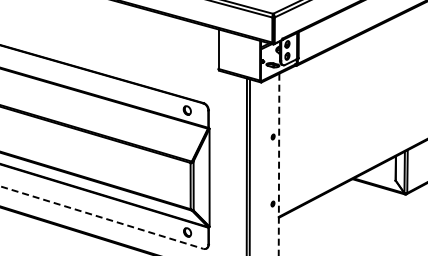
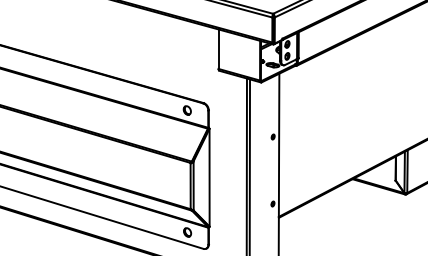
line at (279, 164): dashed -> solid
line at (102, 217): dashed -> solid
